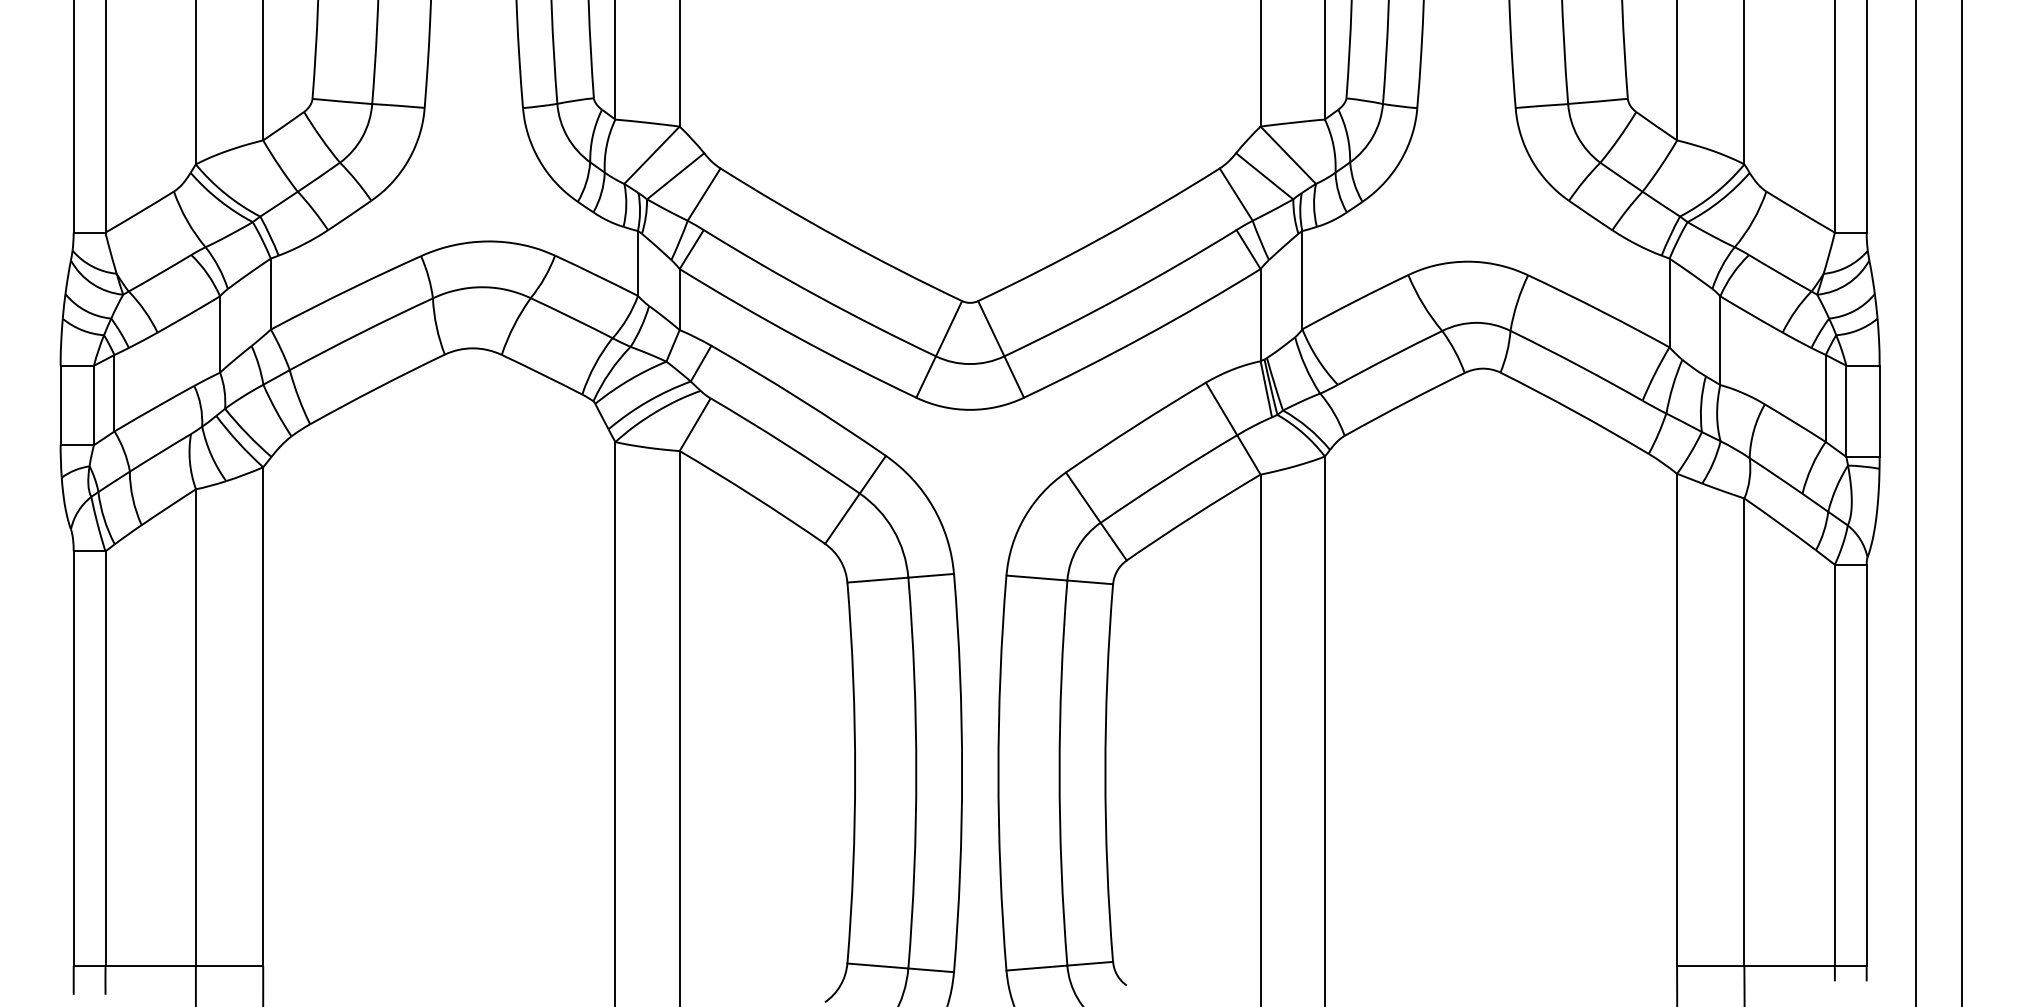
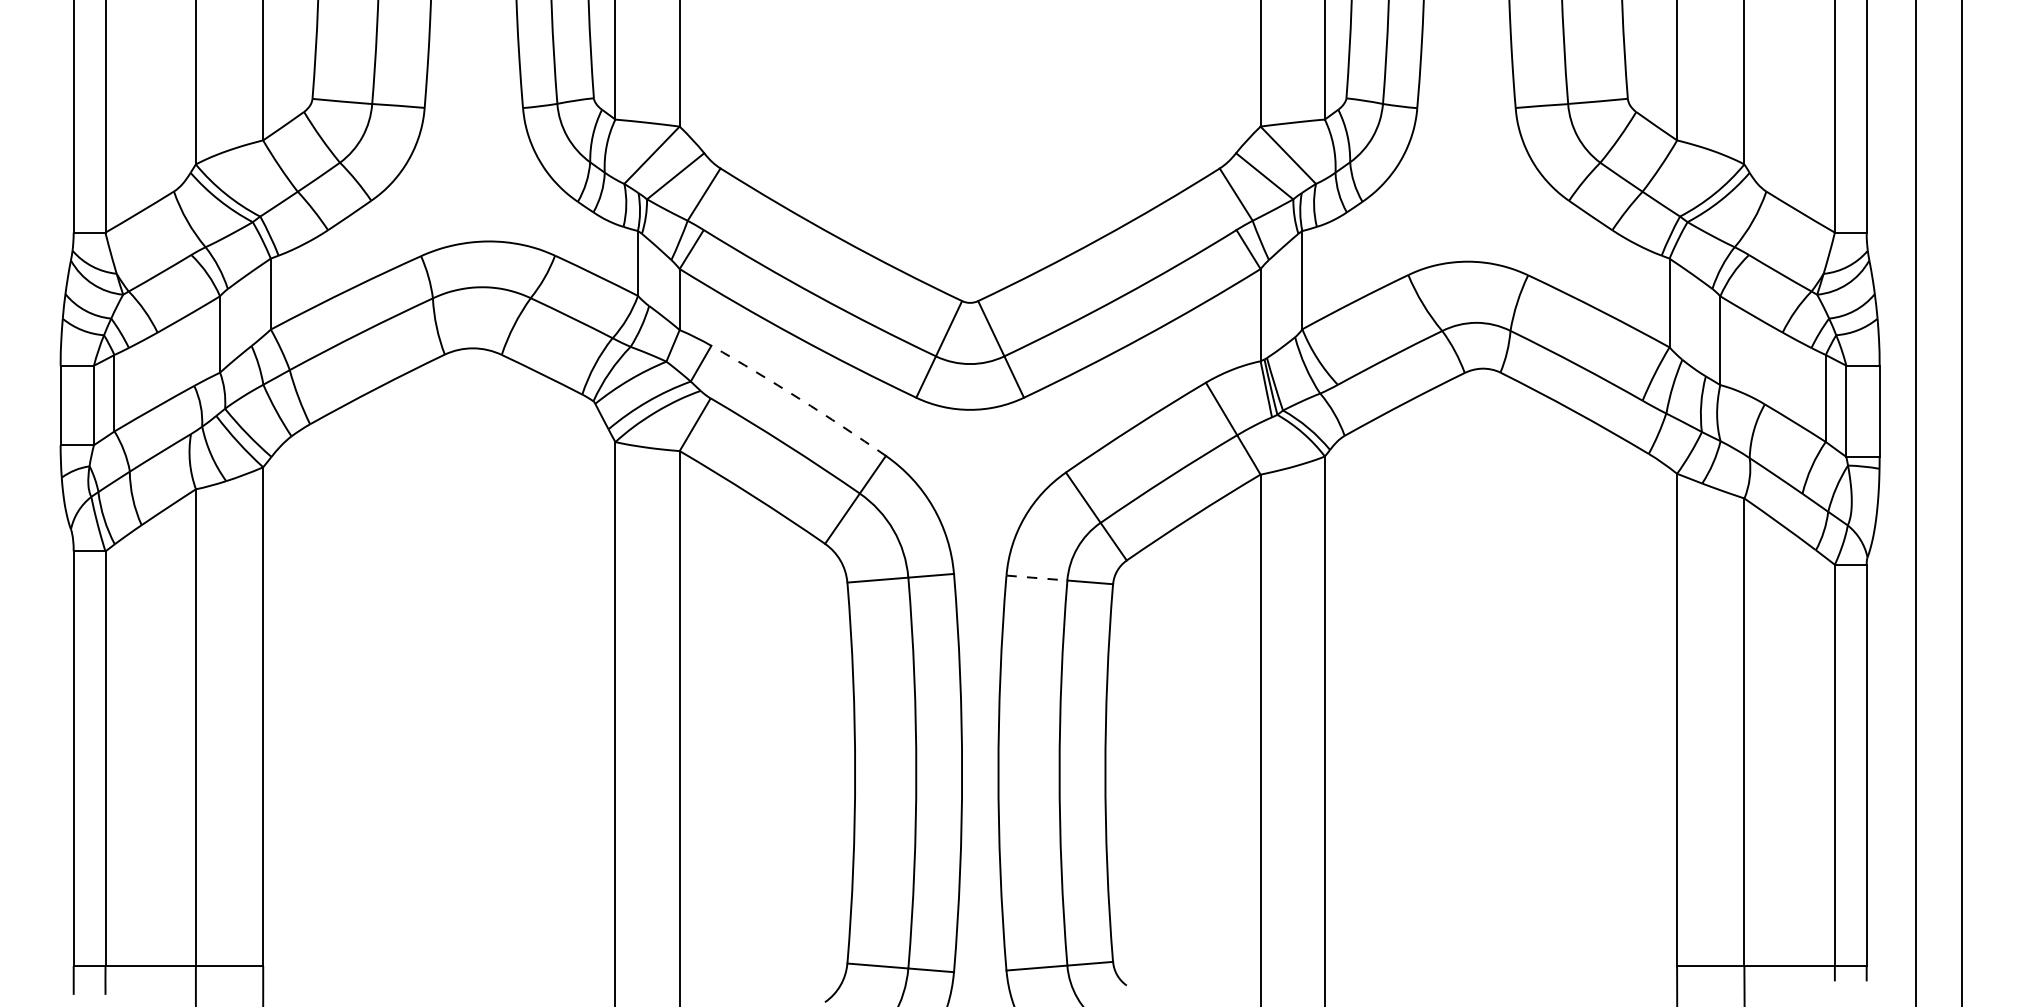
arc at (799, 399): solid -> dashed
line at (1036, 578): solid -> dashed
